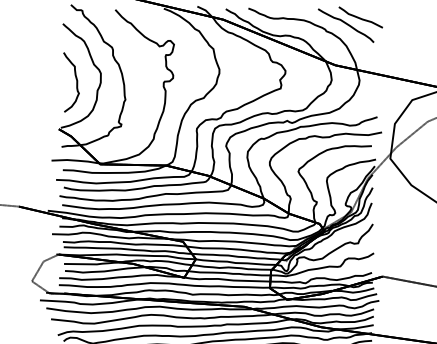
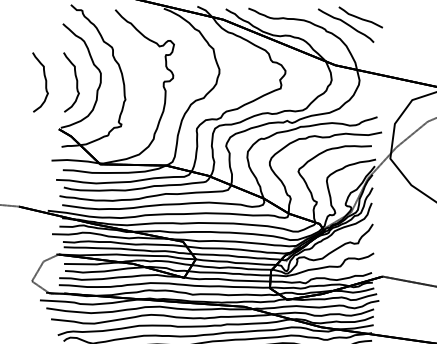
part at (40, 82): none -> present
